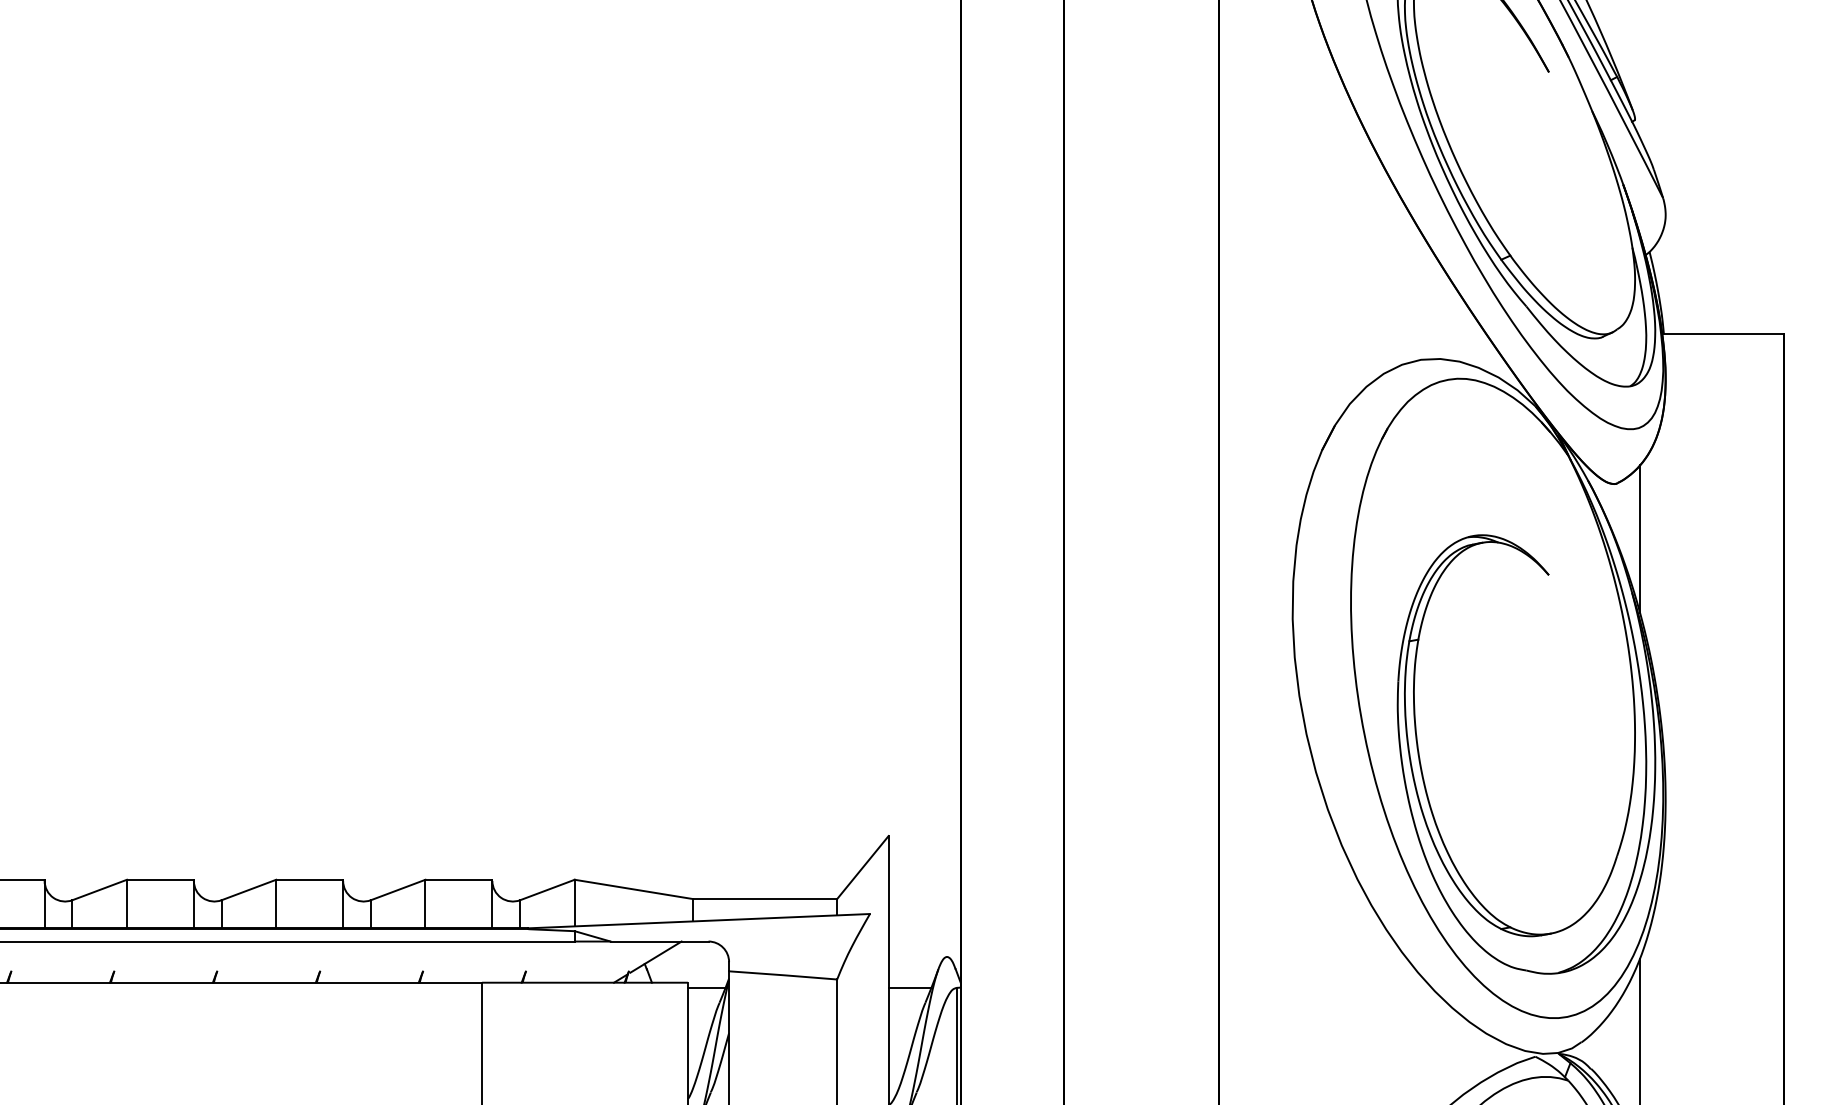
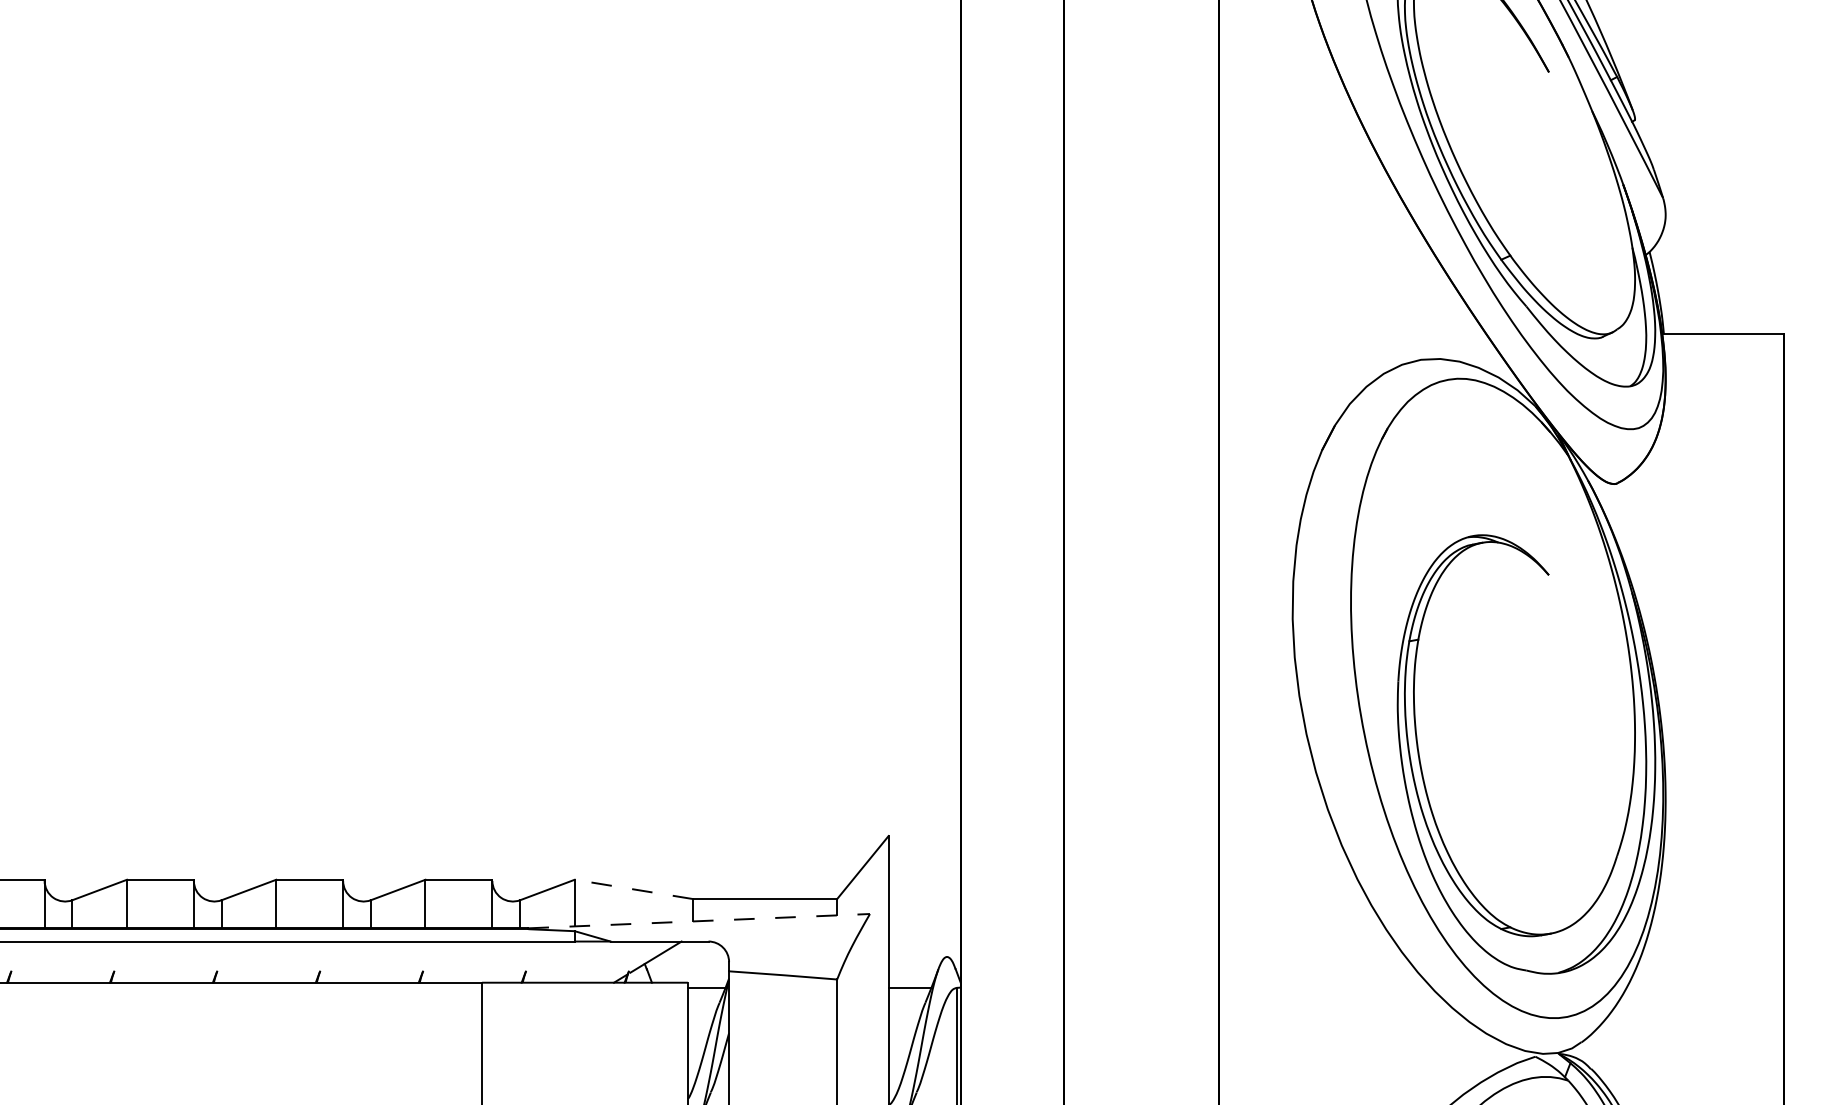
line at (1640, 538): present -> none
line at (633, 889): solid -> dashed
line at (699, 921): solid -> dashed
line at (1640, 1029): present -> none
